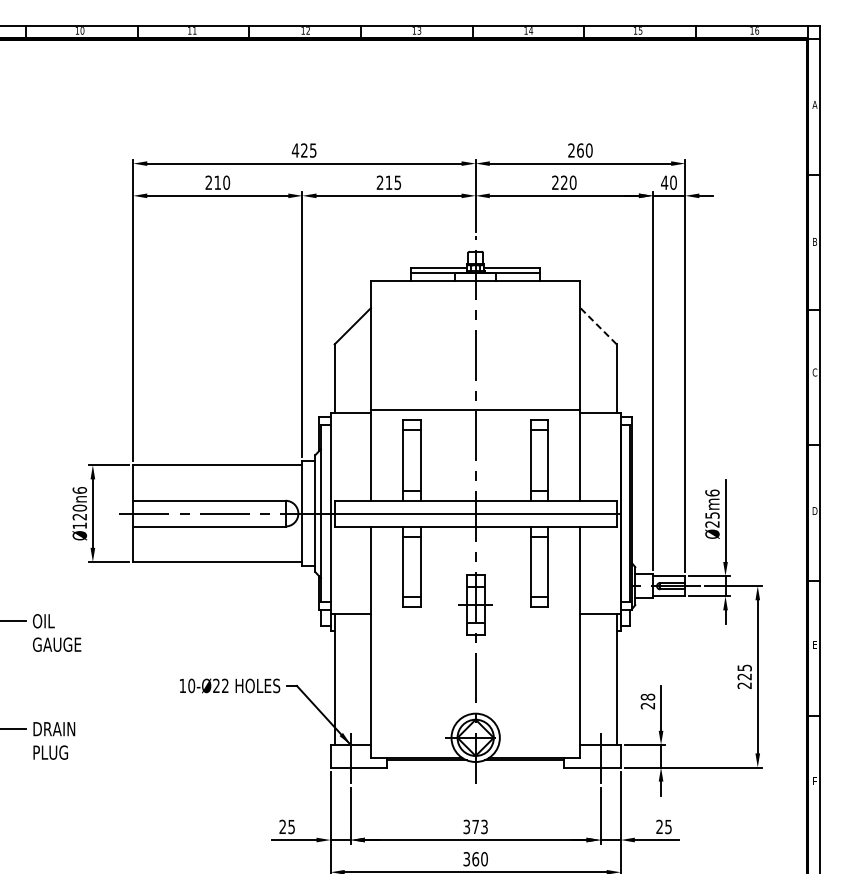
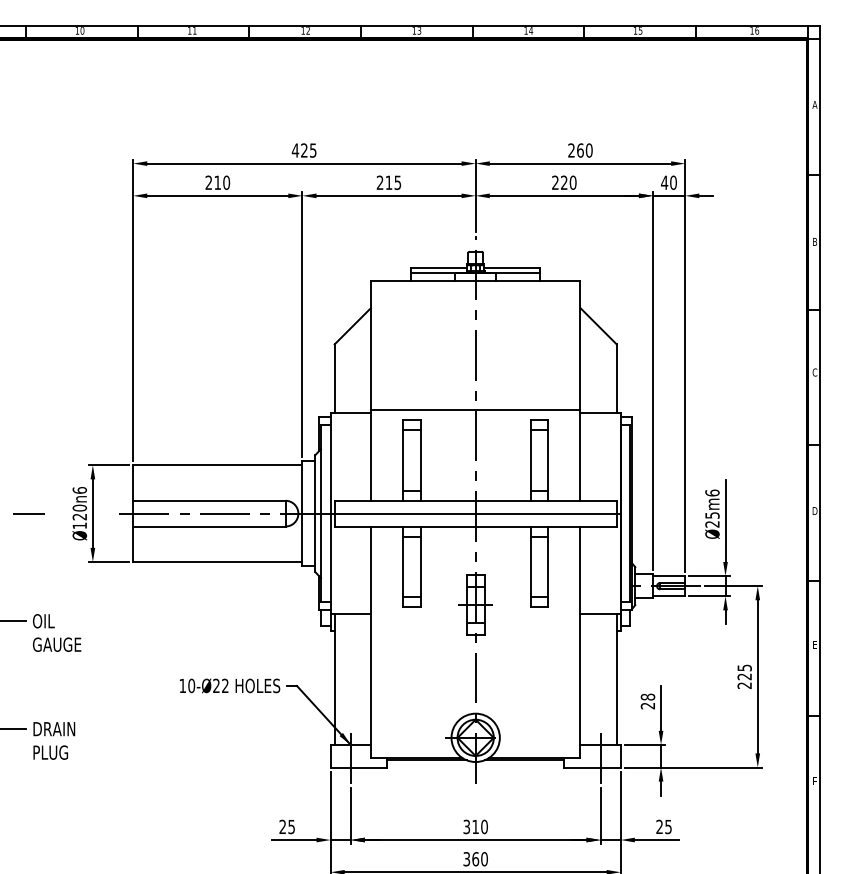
line at (598, 326): dashed -> solid
line at (28, 513): none -> present
text at (479, 826): 373 -> 310
